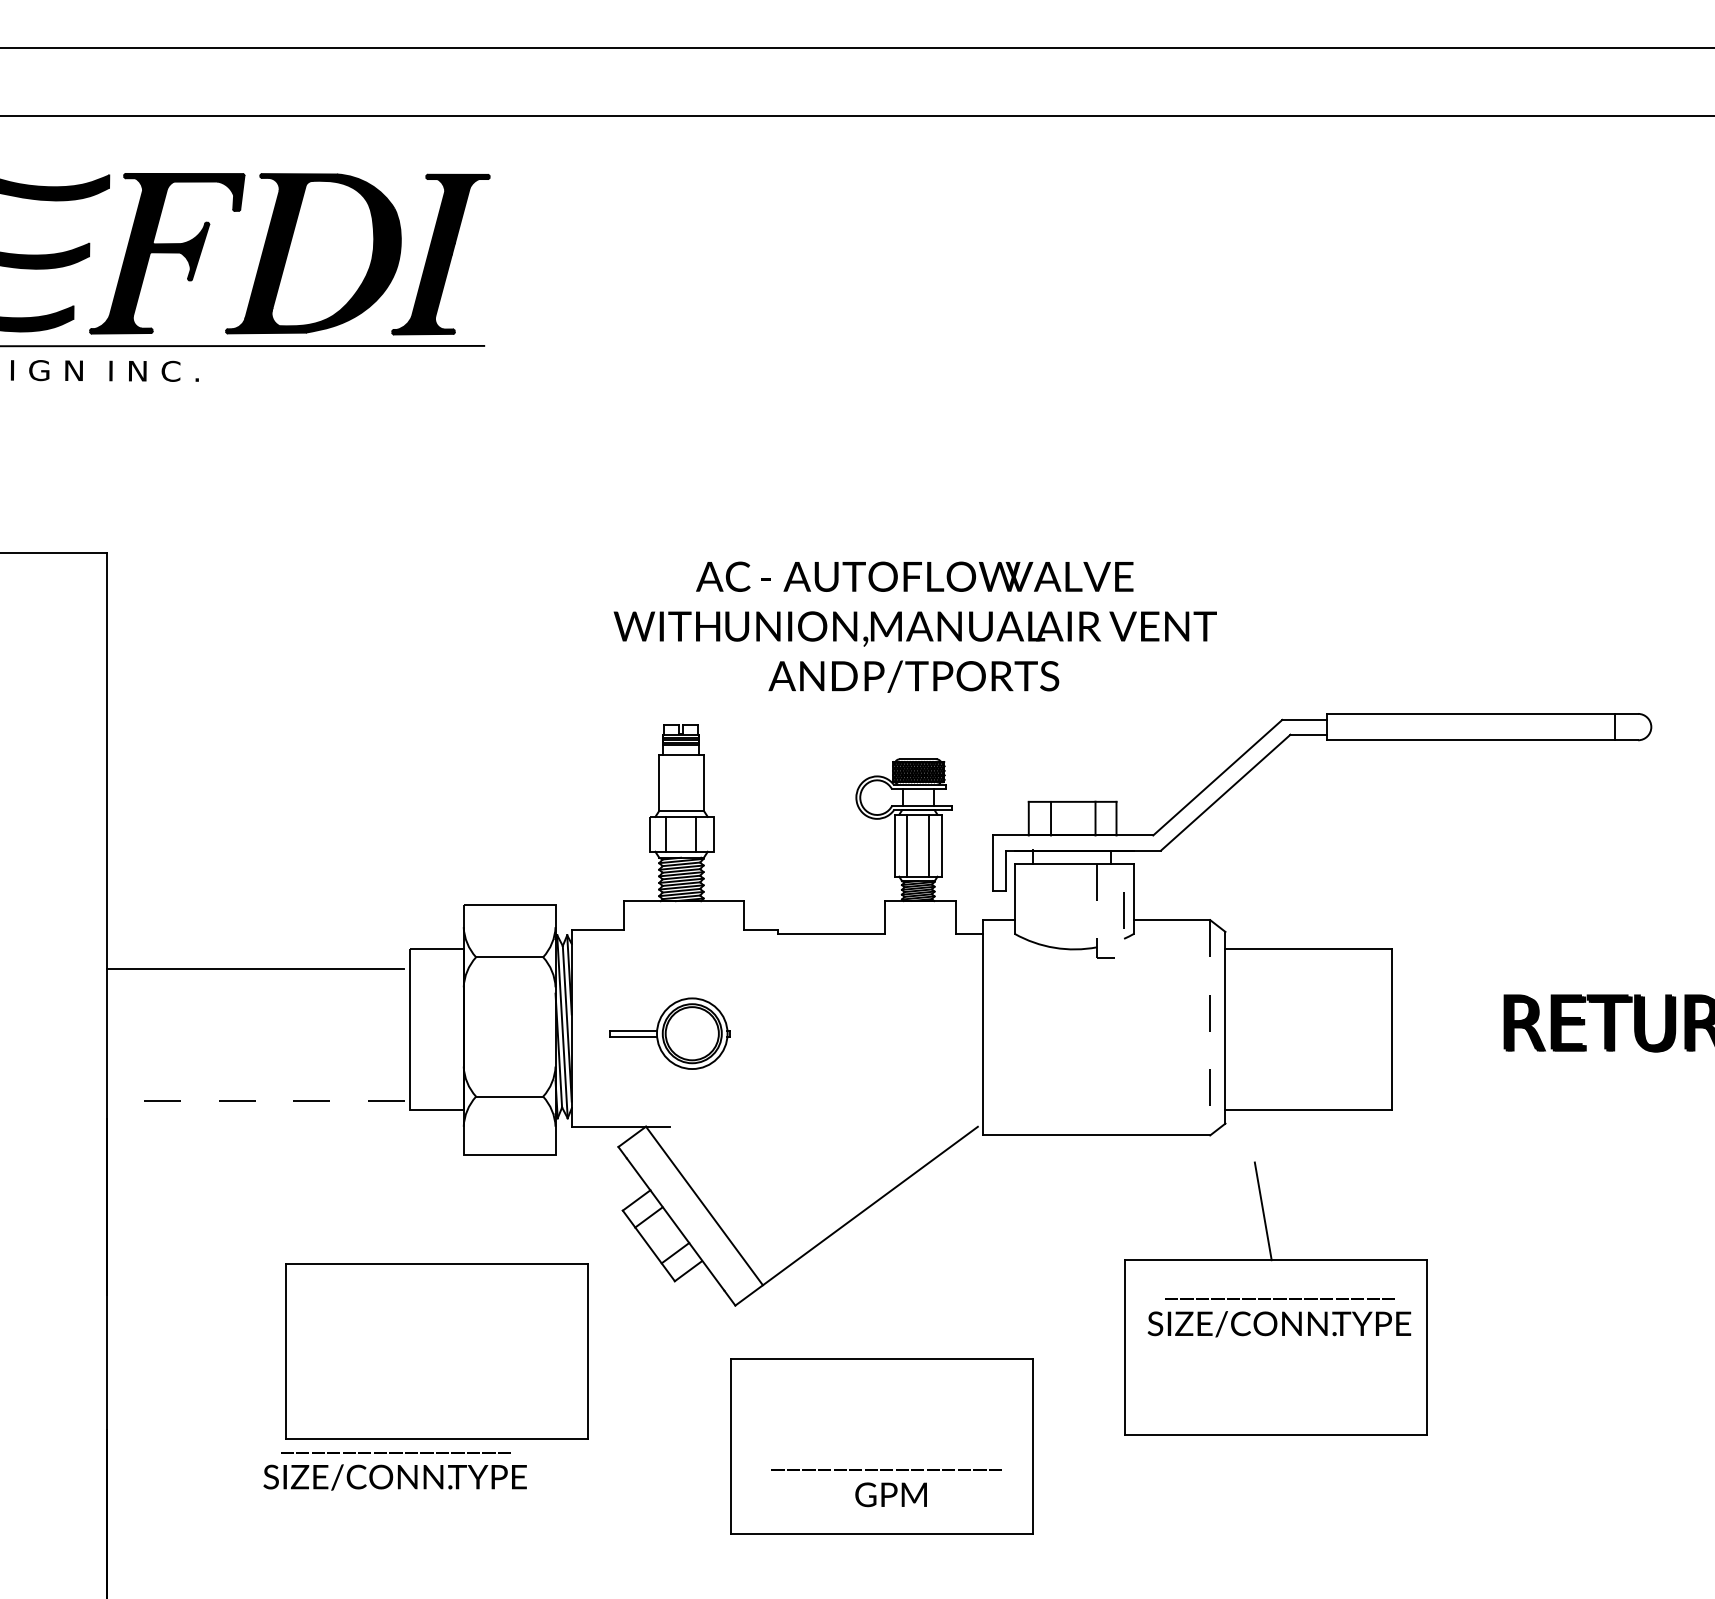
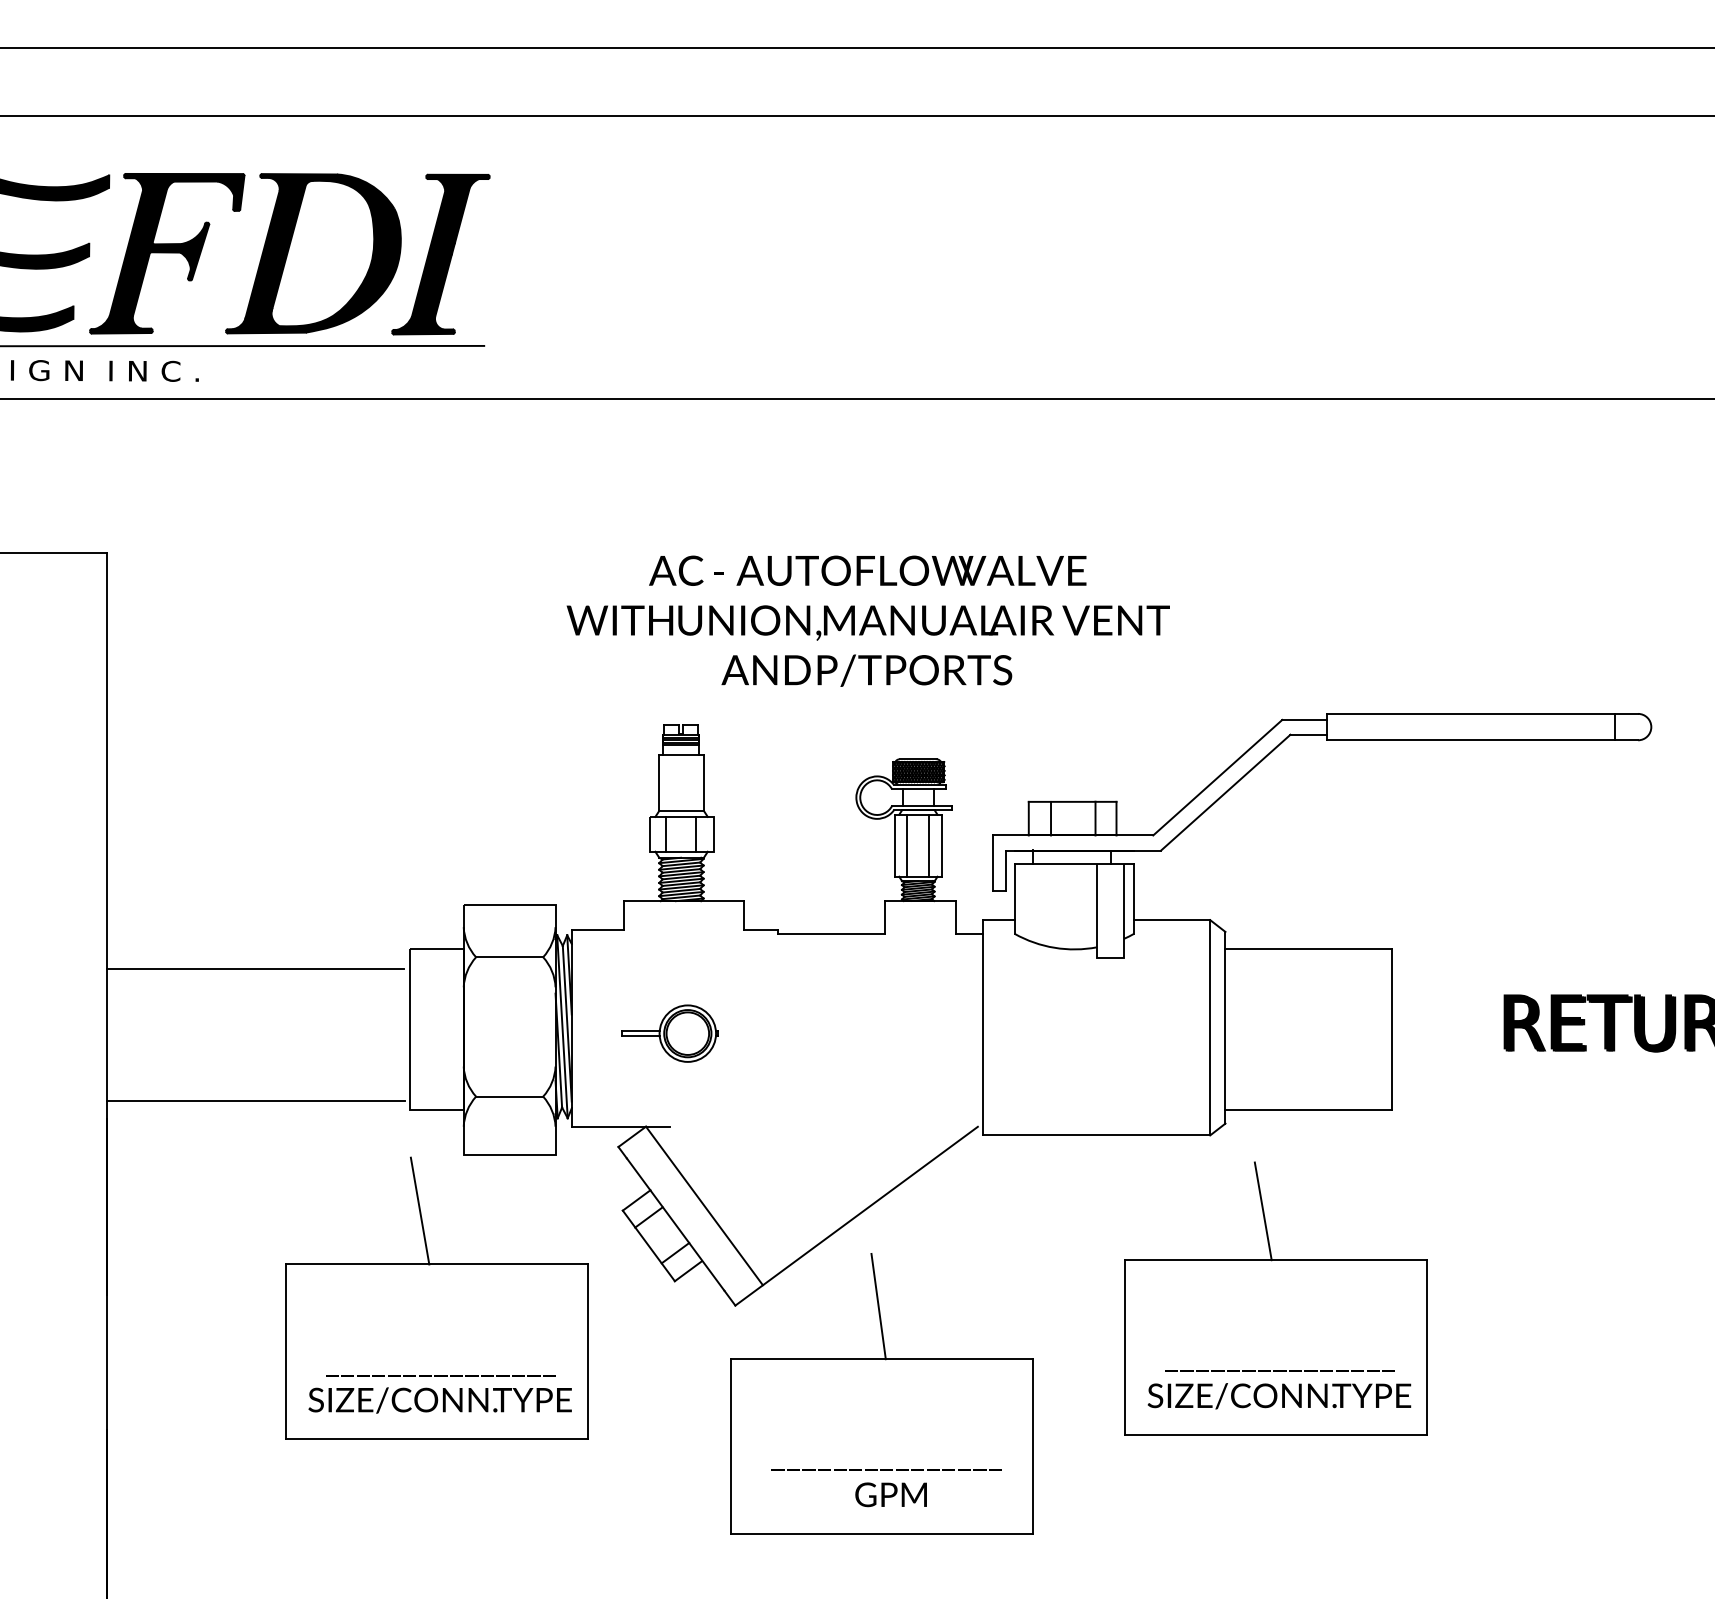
line at (856, 398): none -> present
text at (914, 626) position: (914, 626) -> (867, 620)
line at (1111, 957): dashed -> solid
line at (1210, 1027): dashed -> solid
part at (669, 1033) size: 122x73 px -> 98x59 px
line at (256, 1101): dashed -> solid
line at (419, 1210): none -> present
line at (878, 1306): none -> present
text at (1279, 1317) position: (1279, 1317) -> (1279, 1389)
text at (394, 1471) position: (394, 1471) -> (439, 1394)
